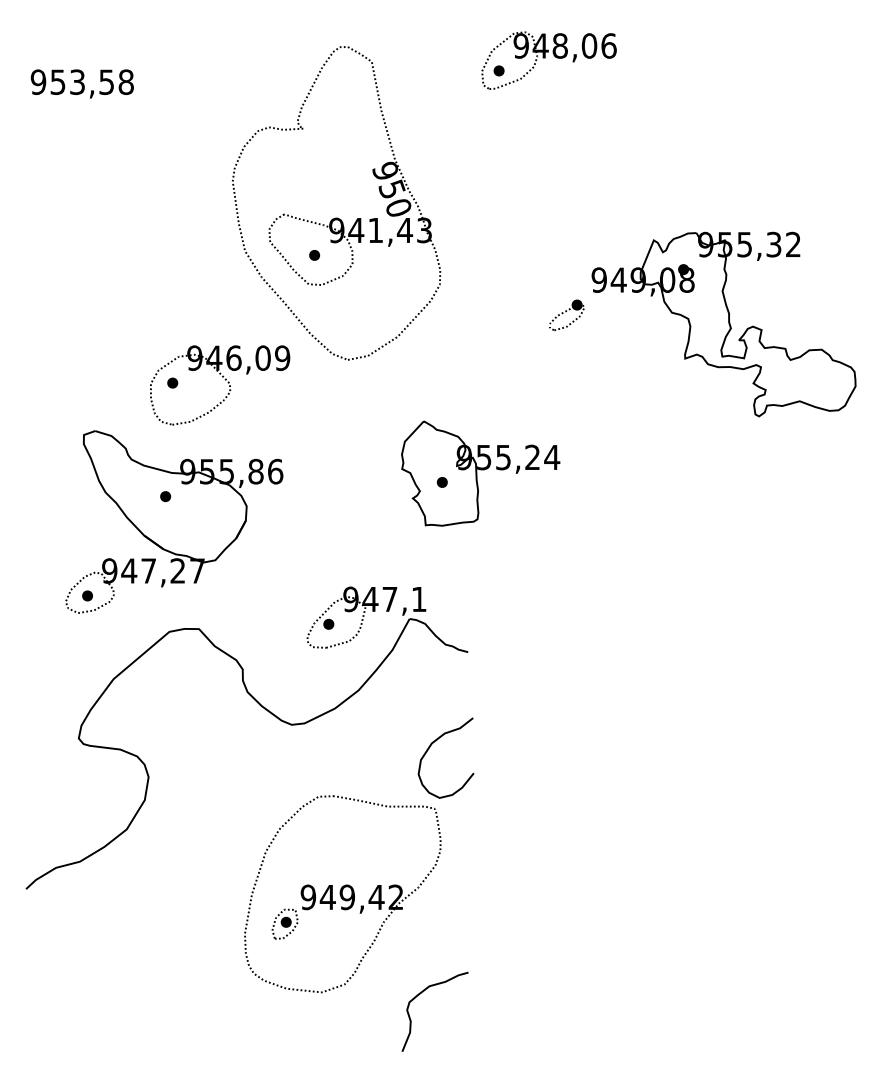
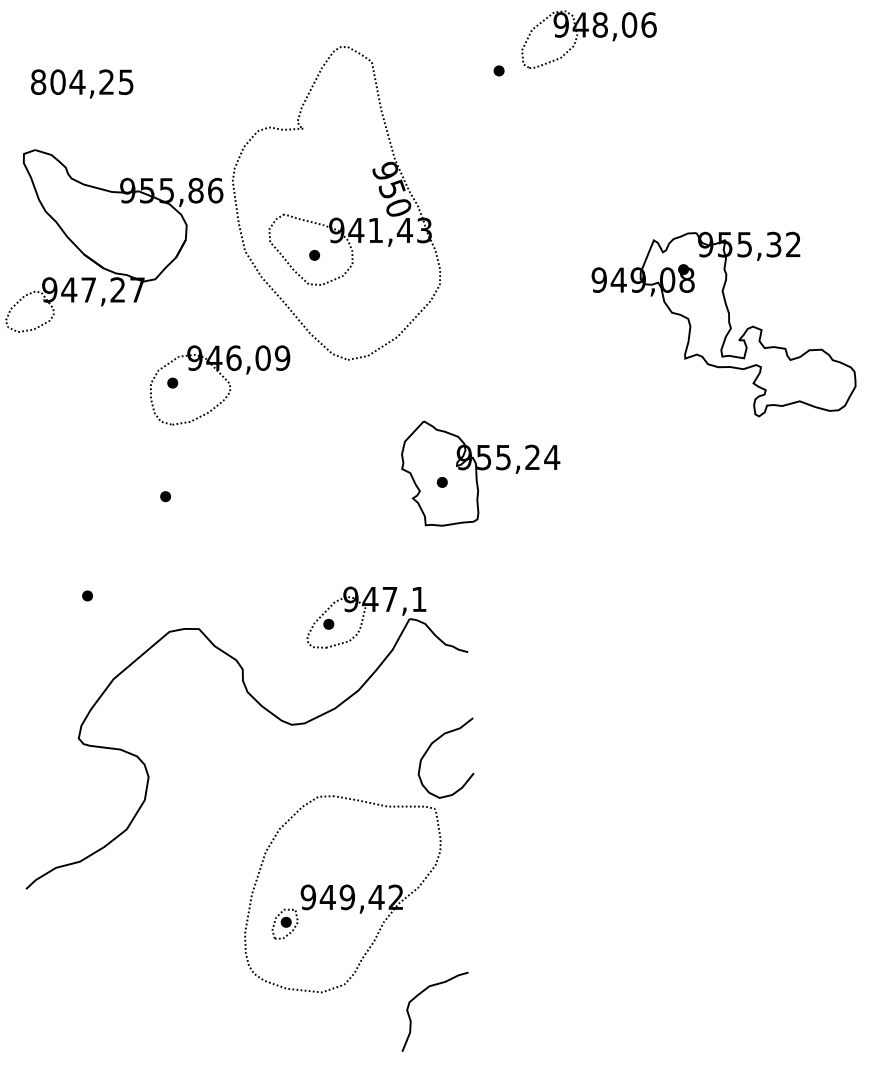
part at (548, 60) position: (548, 60) -> (588, 39)
text at (81, 82): 953,58 -> 804,25
part at (566, 314): present -> none
part at (174, 521) position: (174, 521) -> (114, 240)
